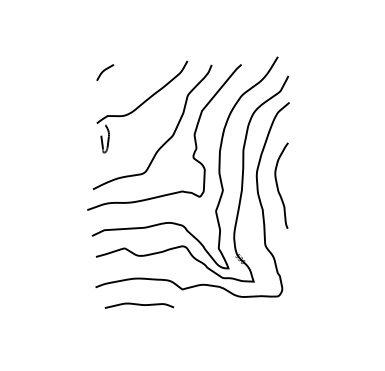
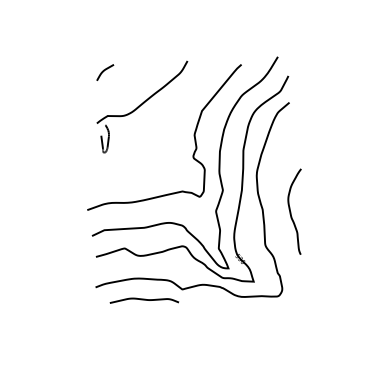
curve at (166, 140): present -> none
curve at (278, 185) position: (278, 185) -> (291, 211)
curve at (139, 305) position: (139, 305) -> (144, 300)
